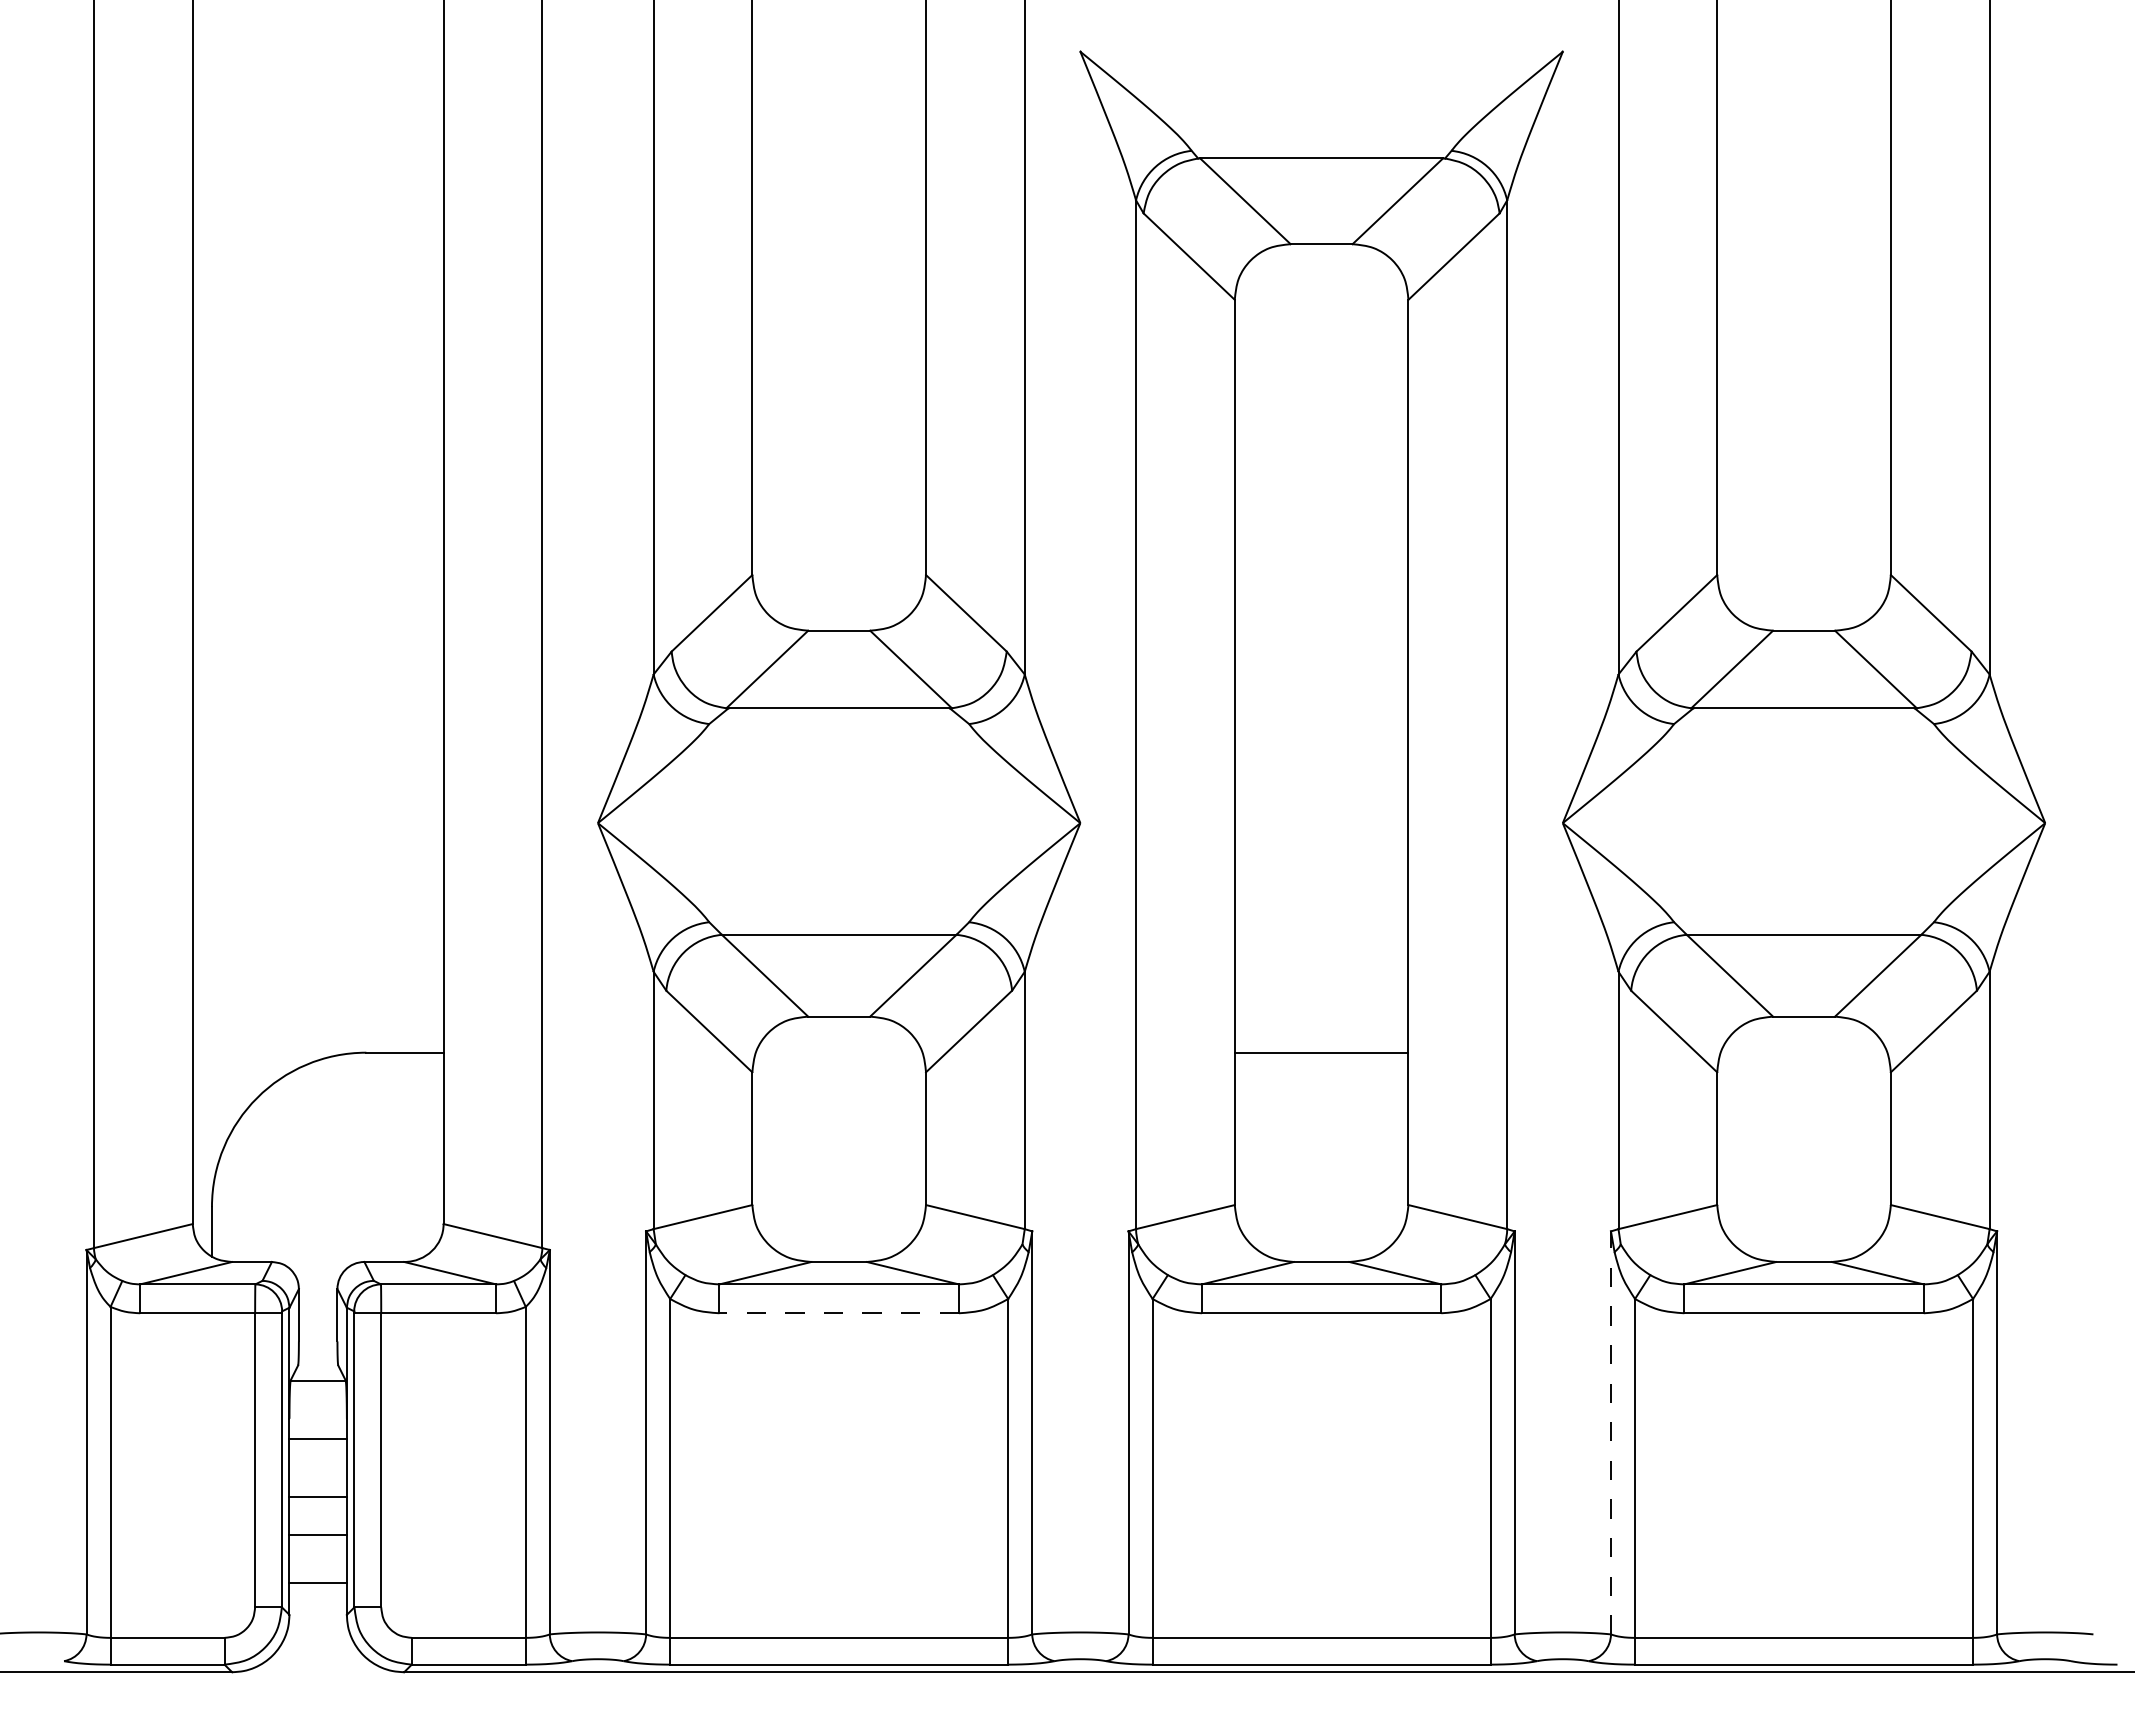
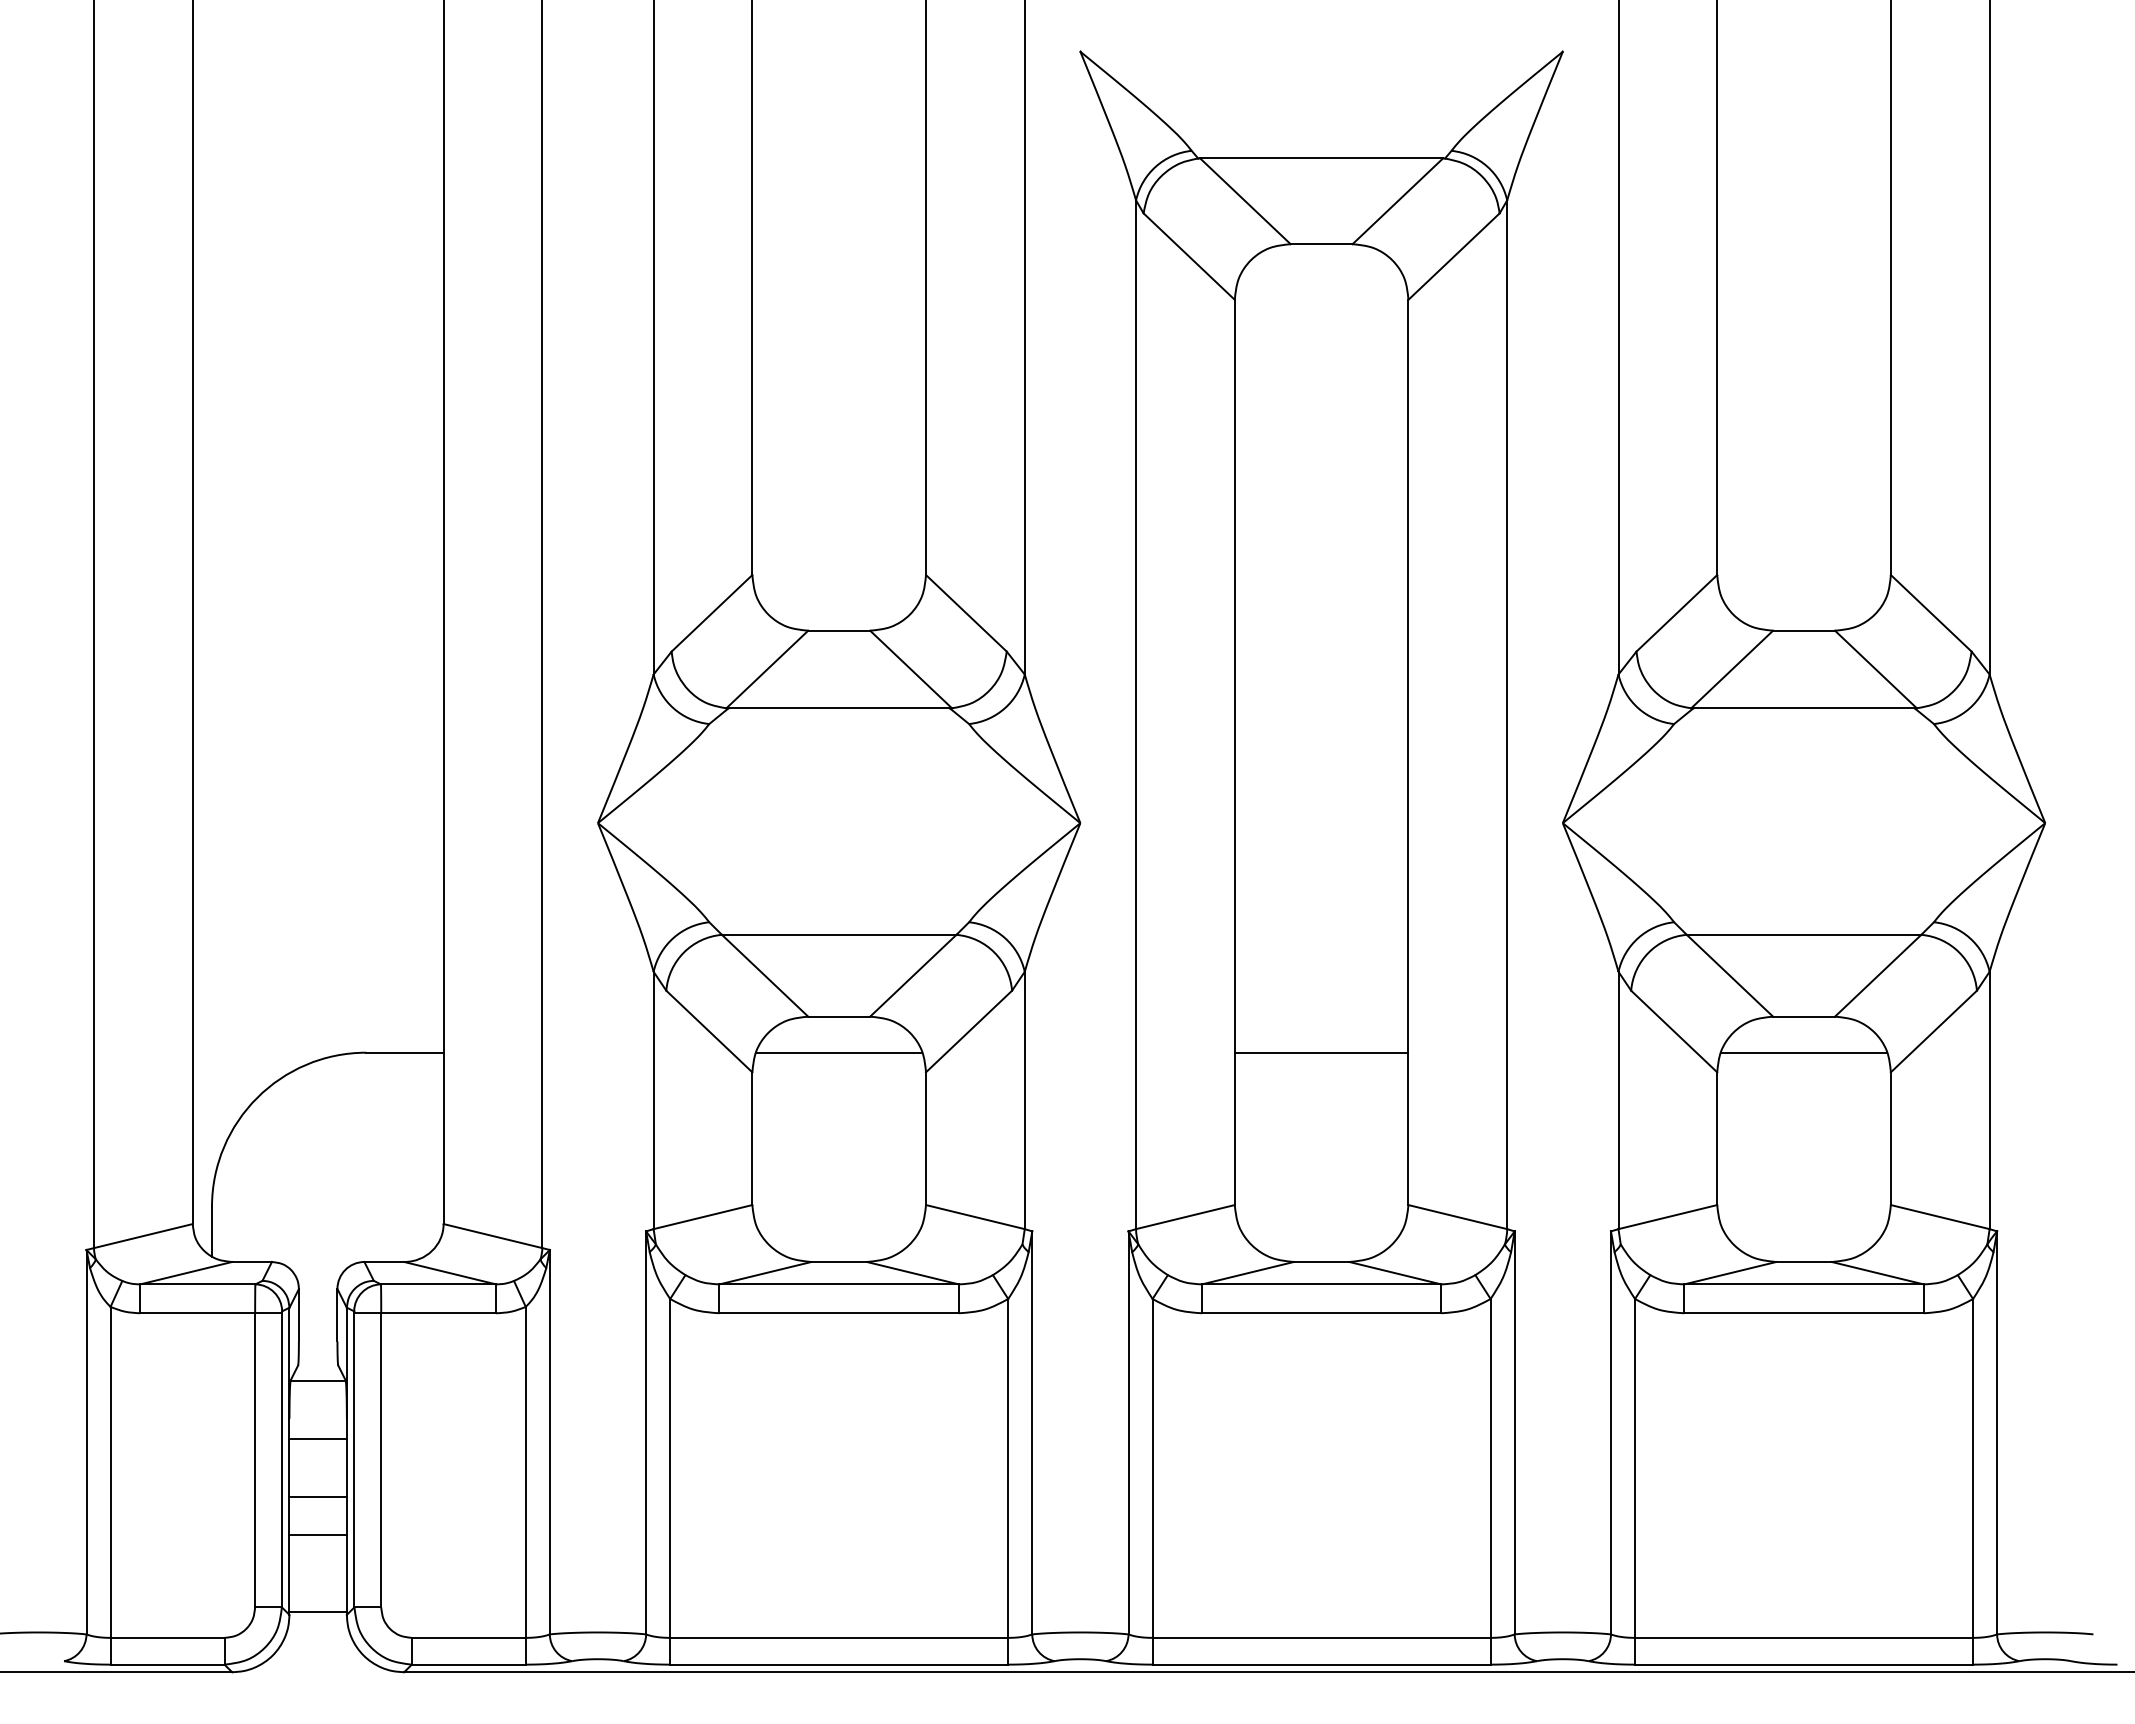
line at (839, 1052): none -> present
line at (1803, 1052): none -> present
line at (839, 1313): dashed -> solid
line at (1610, 1432): dashed -> solid
line at (317, 1583) position: (317, 1583) -> (317, 1612)
